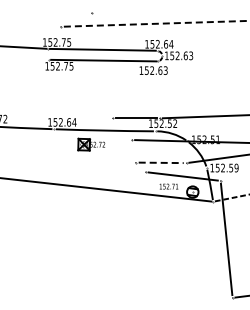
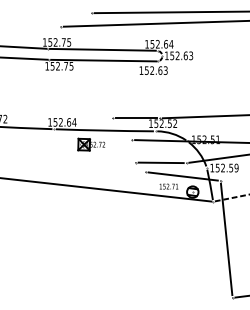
line at (170, 12): none -> present
line at (156, 23): dashed -> solid
line at (24, 58): none -> present
line at (161, 162): dashed -> solid
